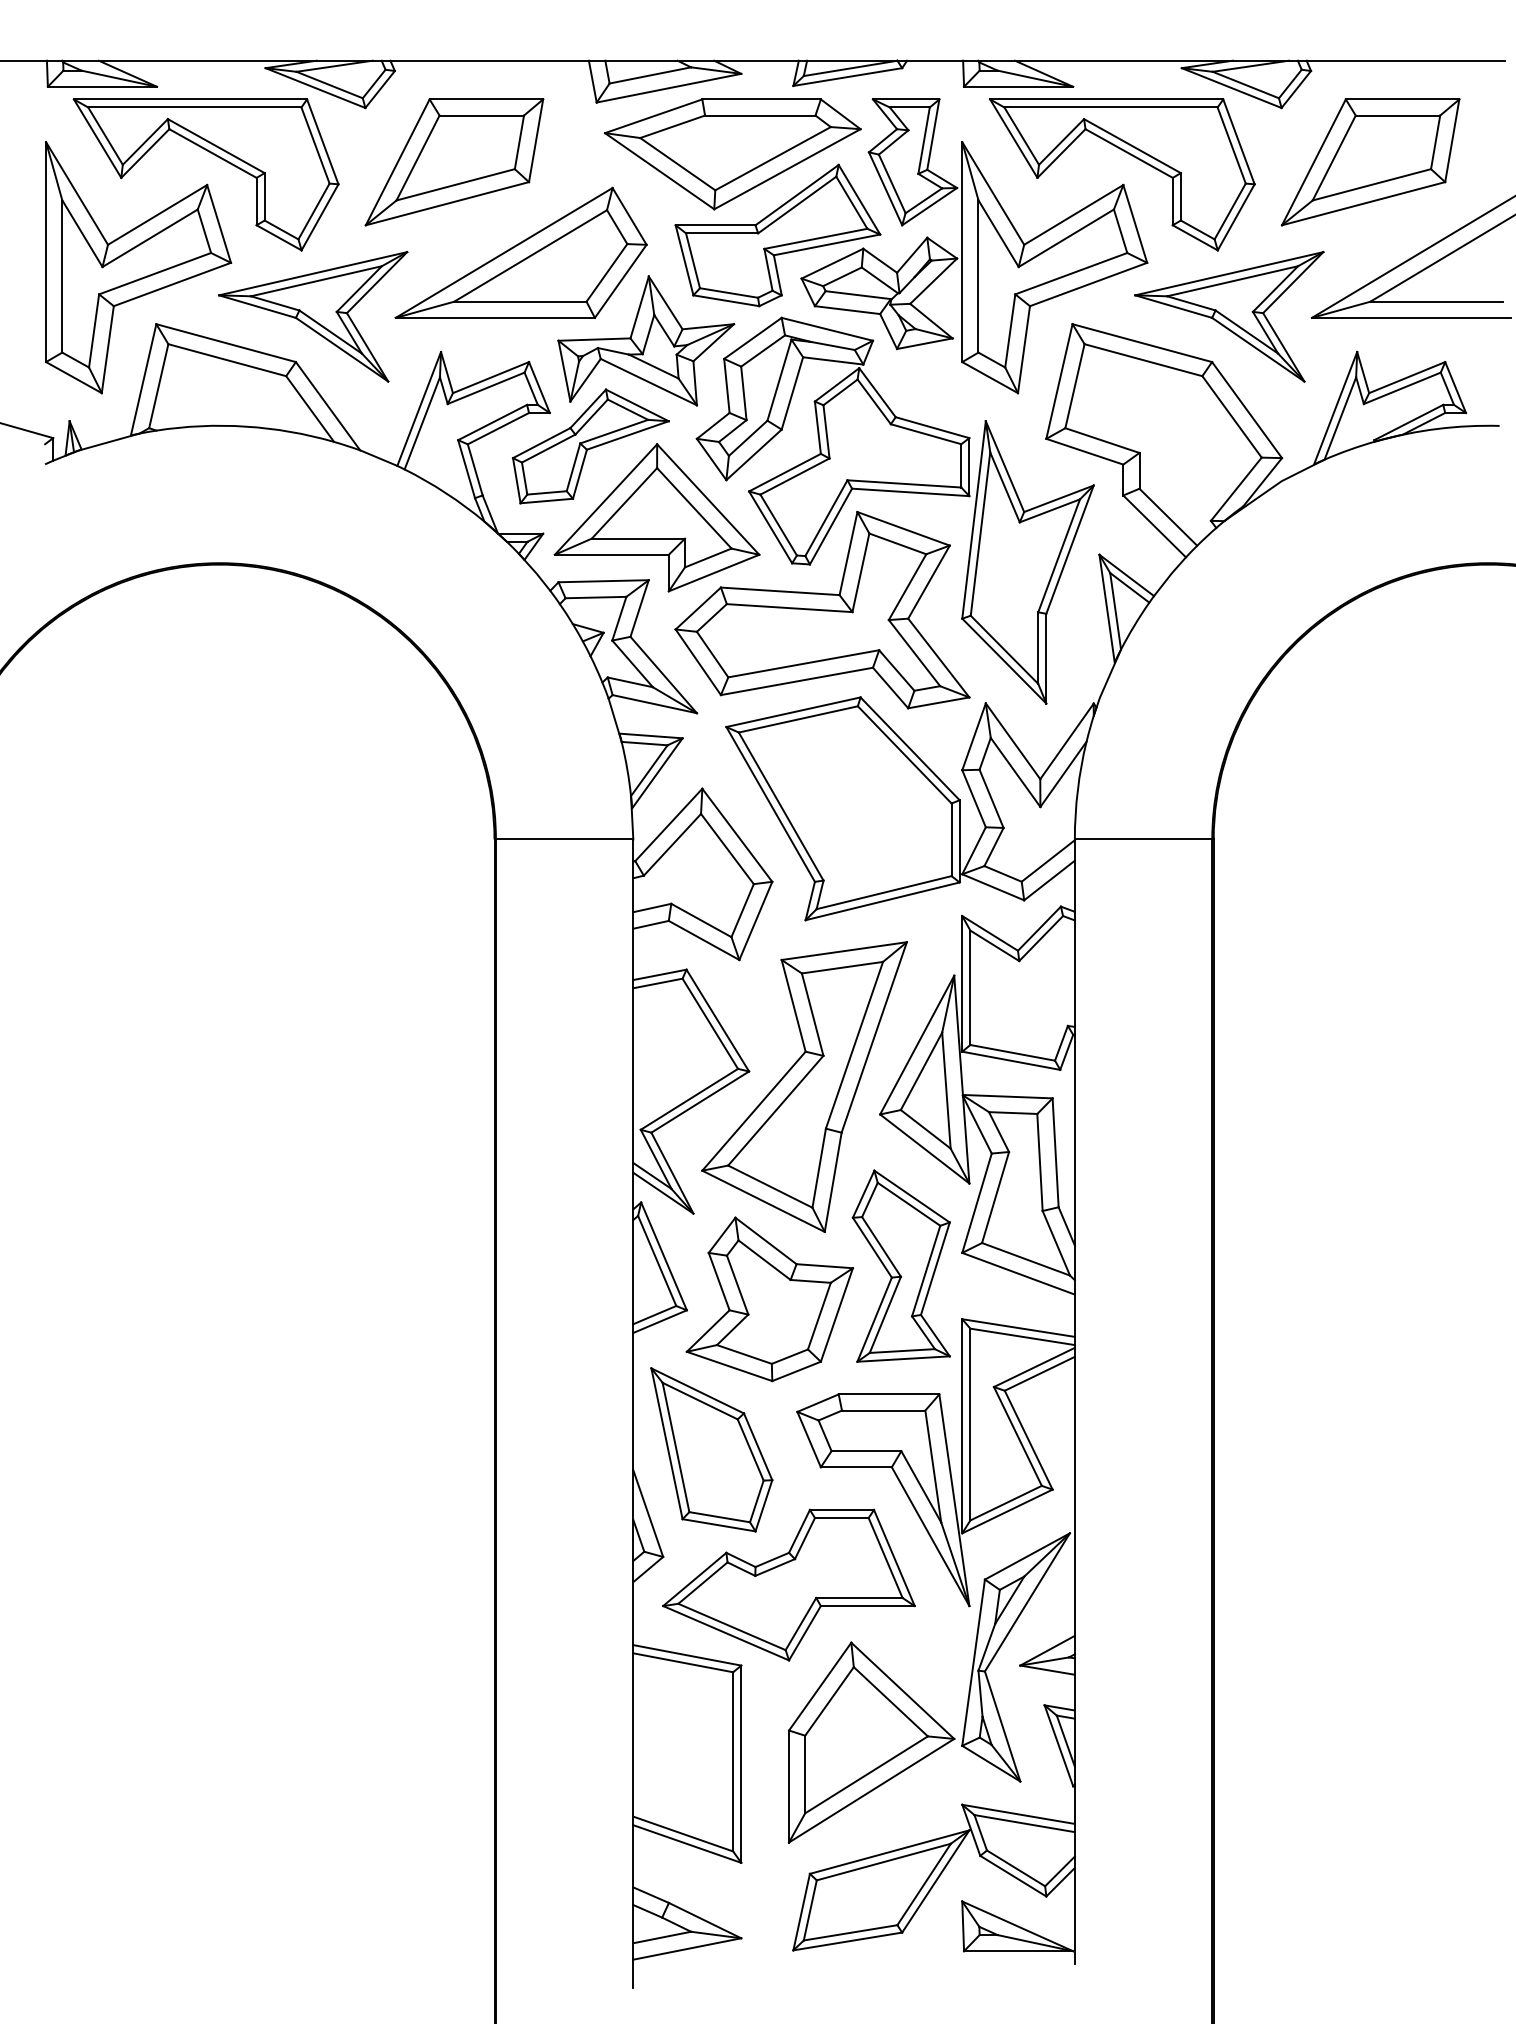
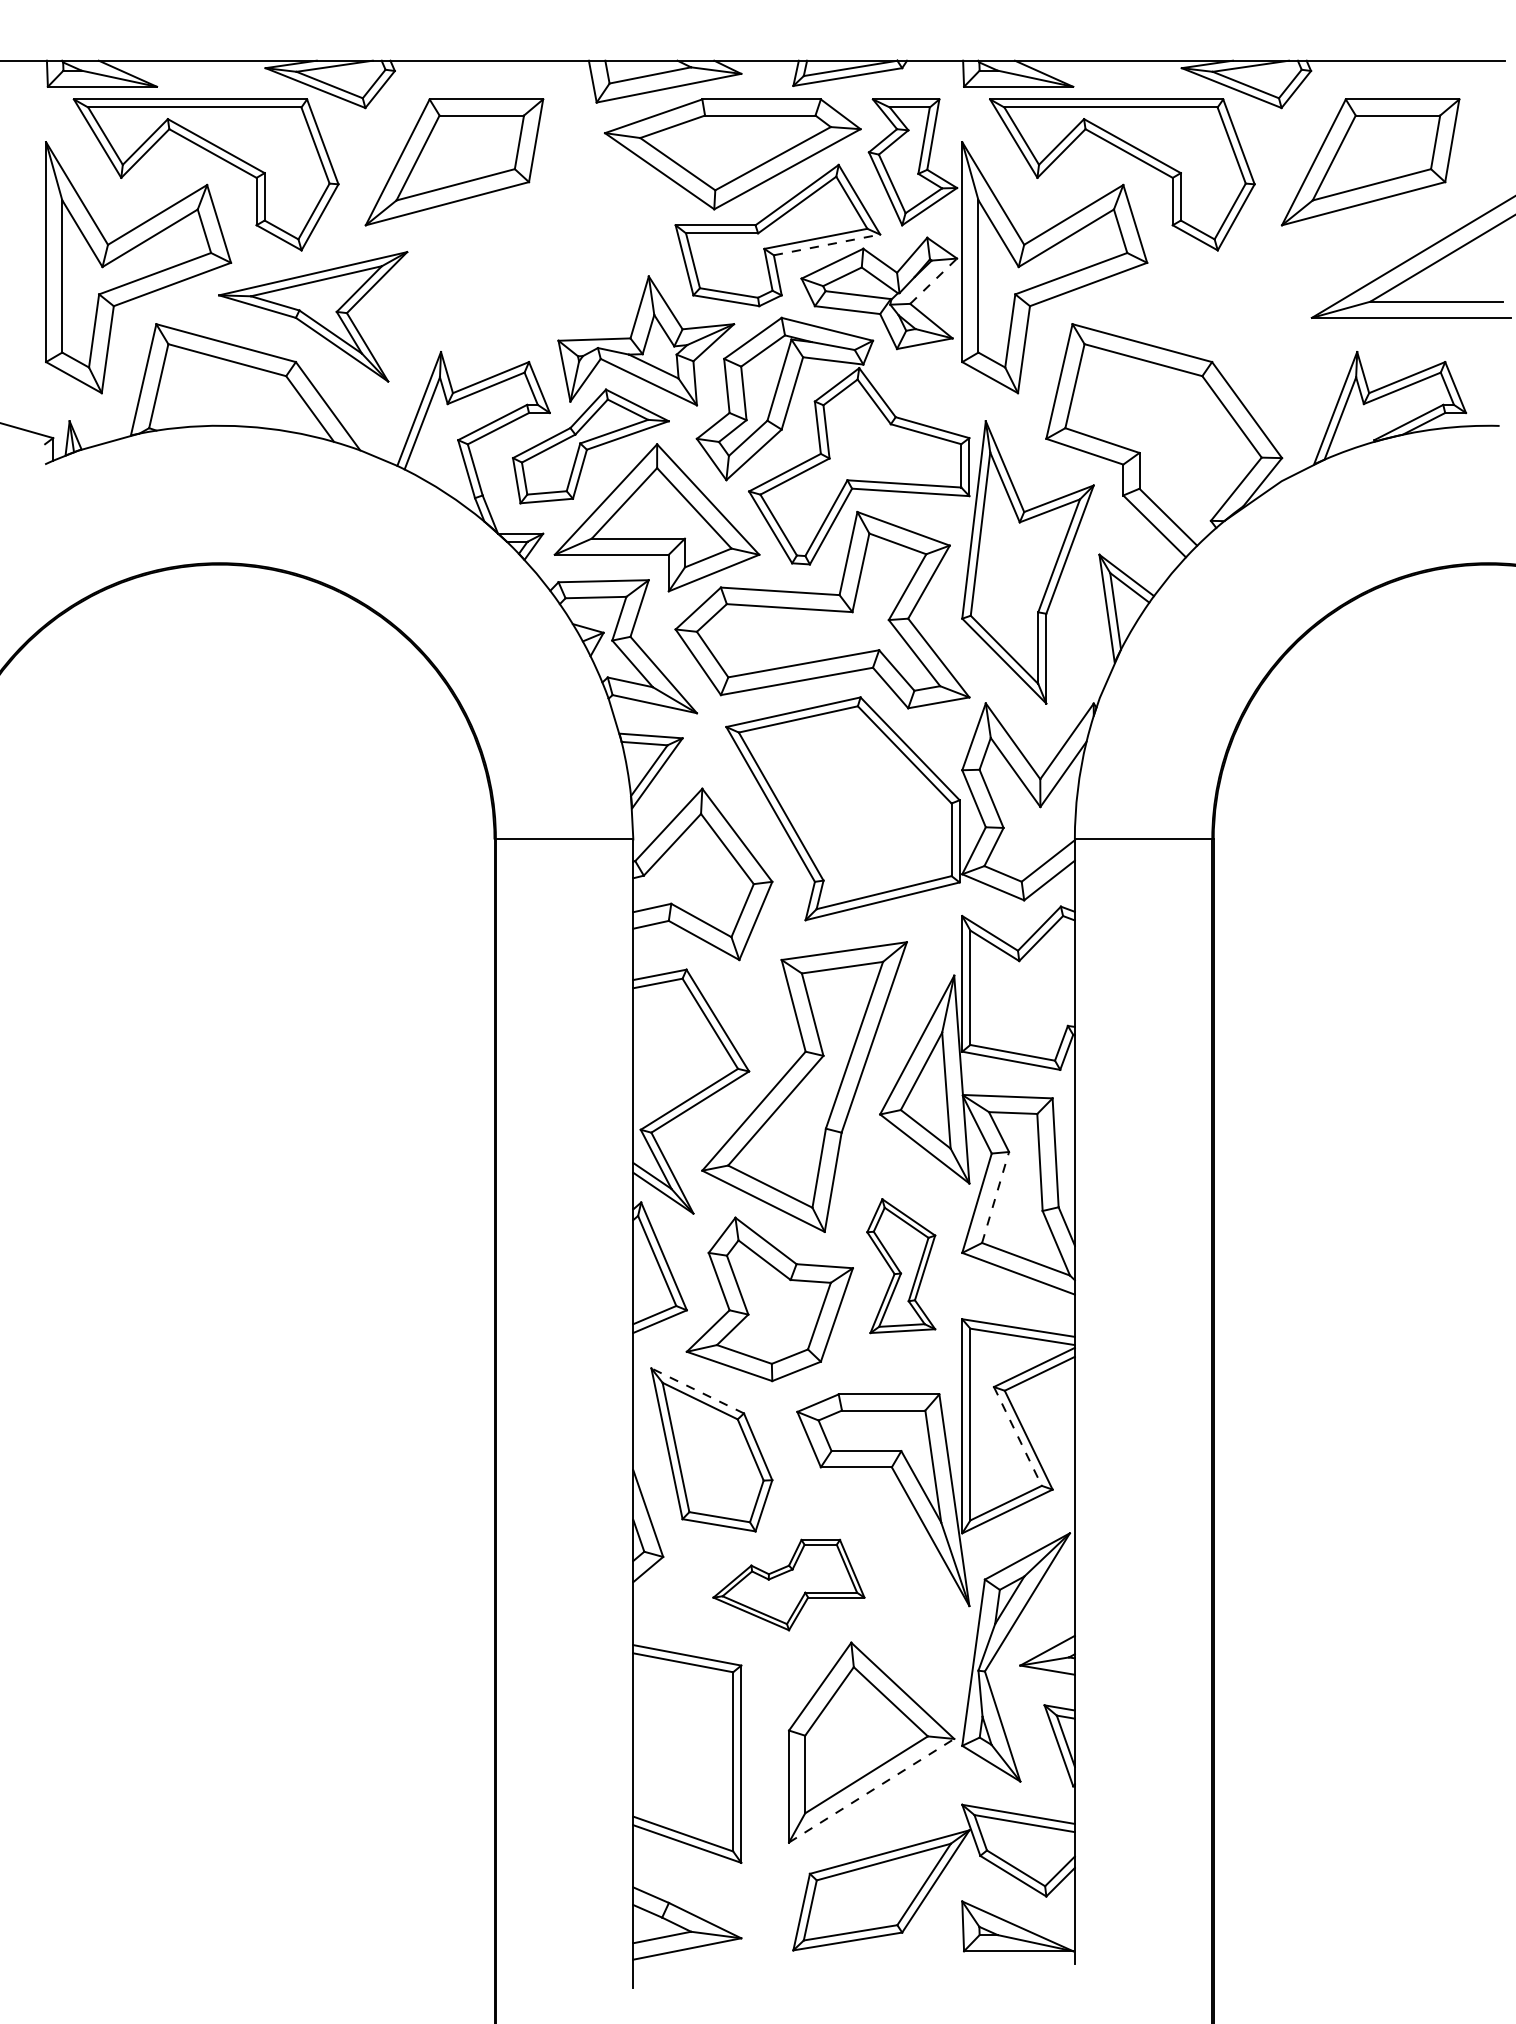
line at (827, 244): solid -> dashed
part at (520, 252): present -> none
line at (933, 281): solid -> dashed
part at (1229, 316): present -> none
line at (995, 1197): solid -> dashed
part at (900, 1265) size: 100x194 px -> 71x137 px
line at (697, 1390): solid -> dashed
line at (1017, 1436): solid -> dashed
part at (788, 1584) size: 254x154 px -> 154x94 px
line at (872, 1790): solid -> dashed
